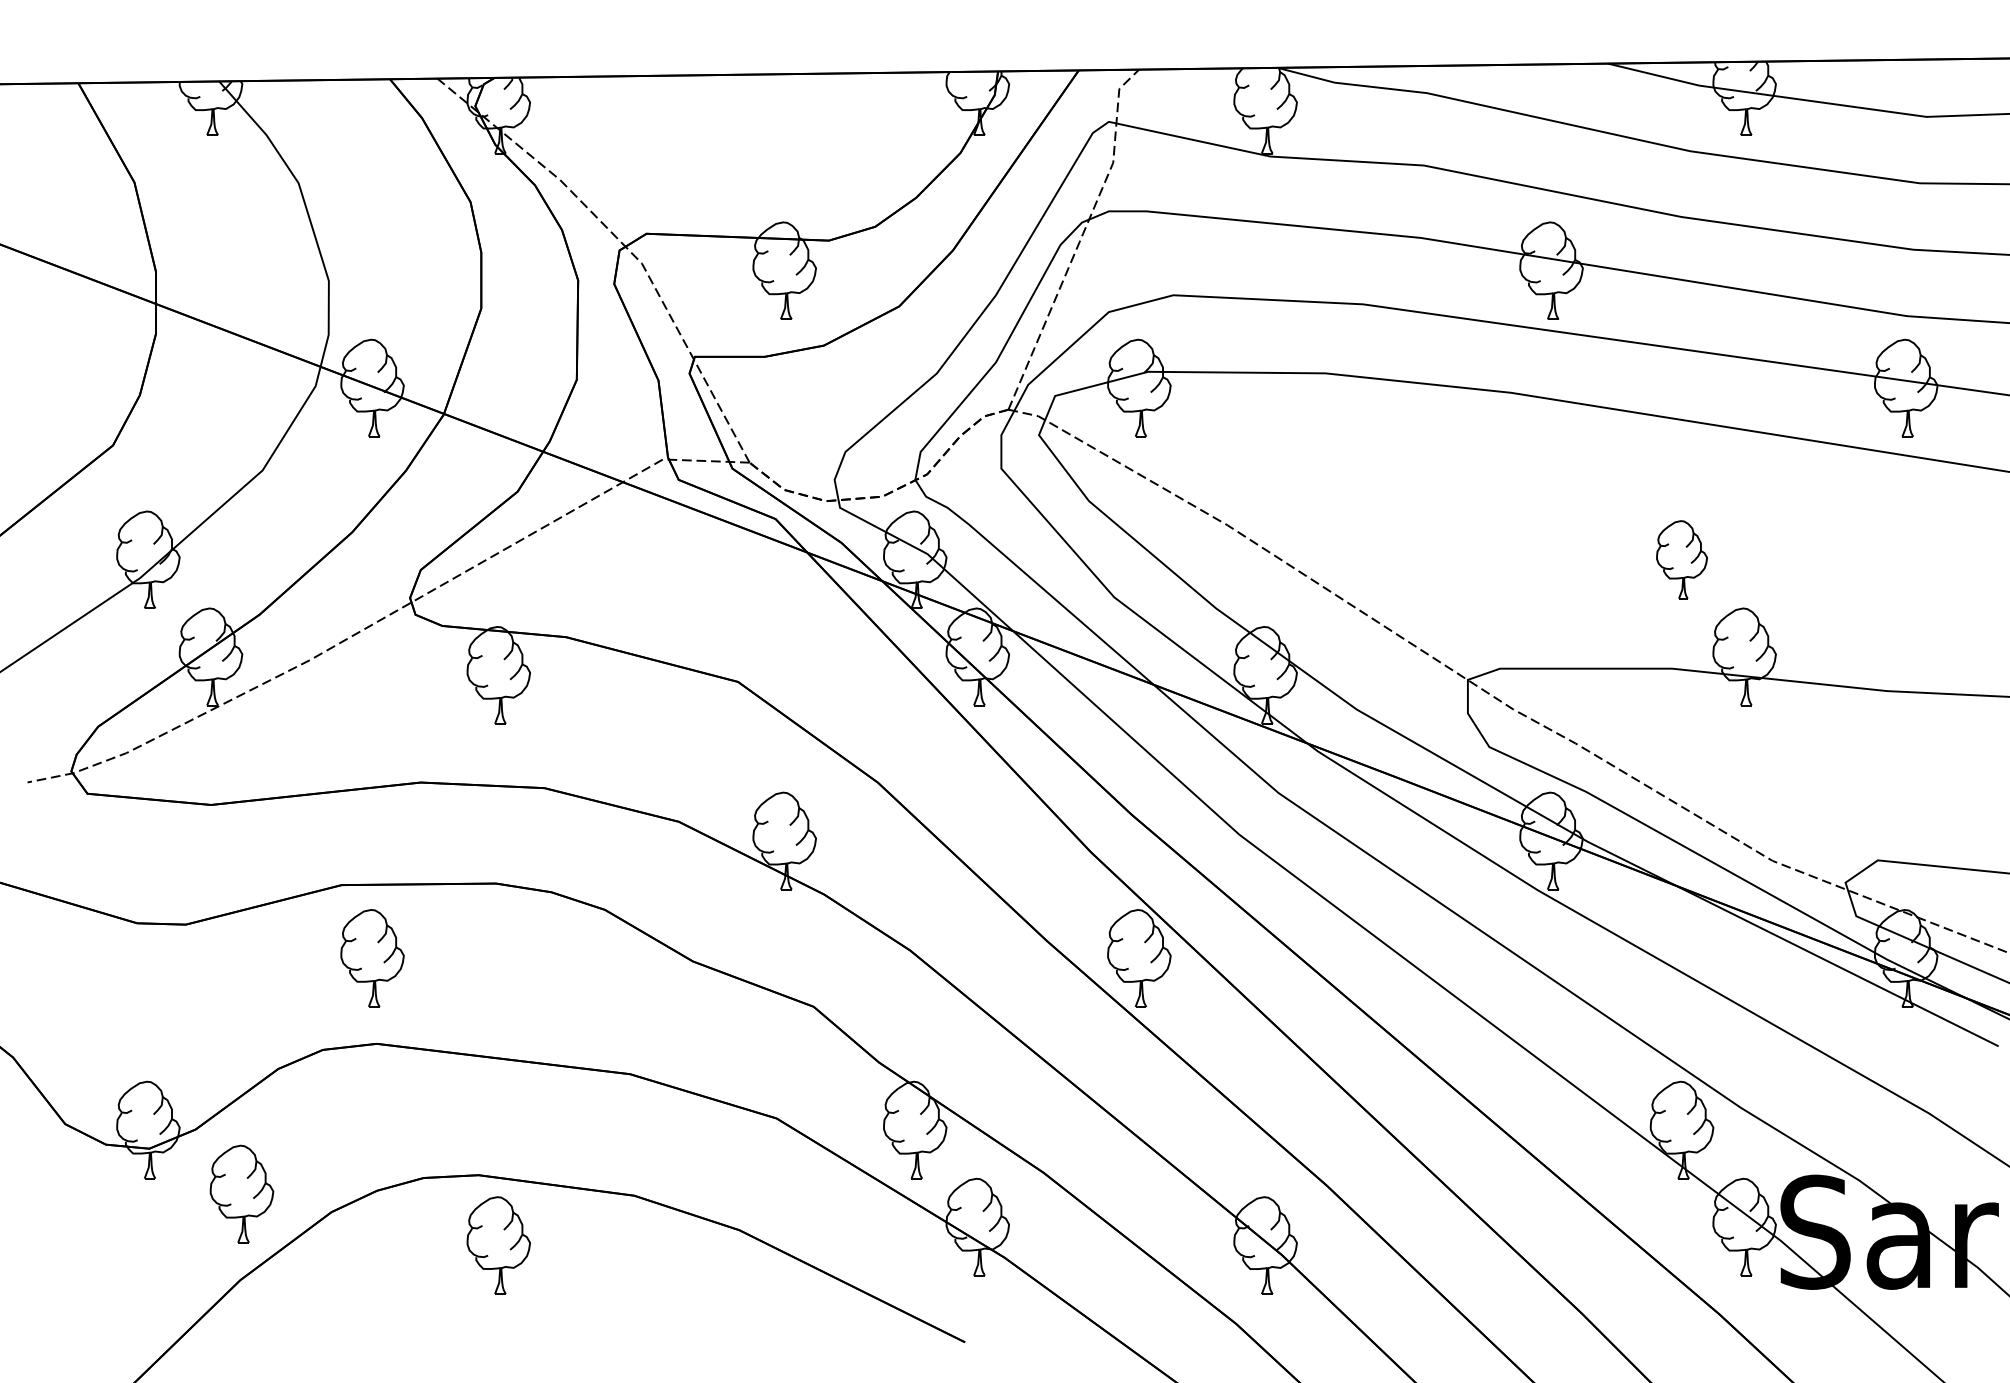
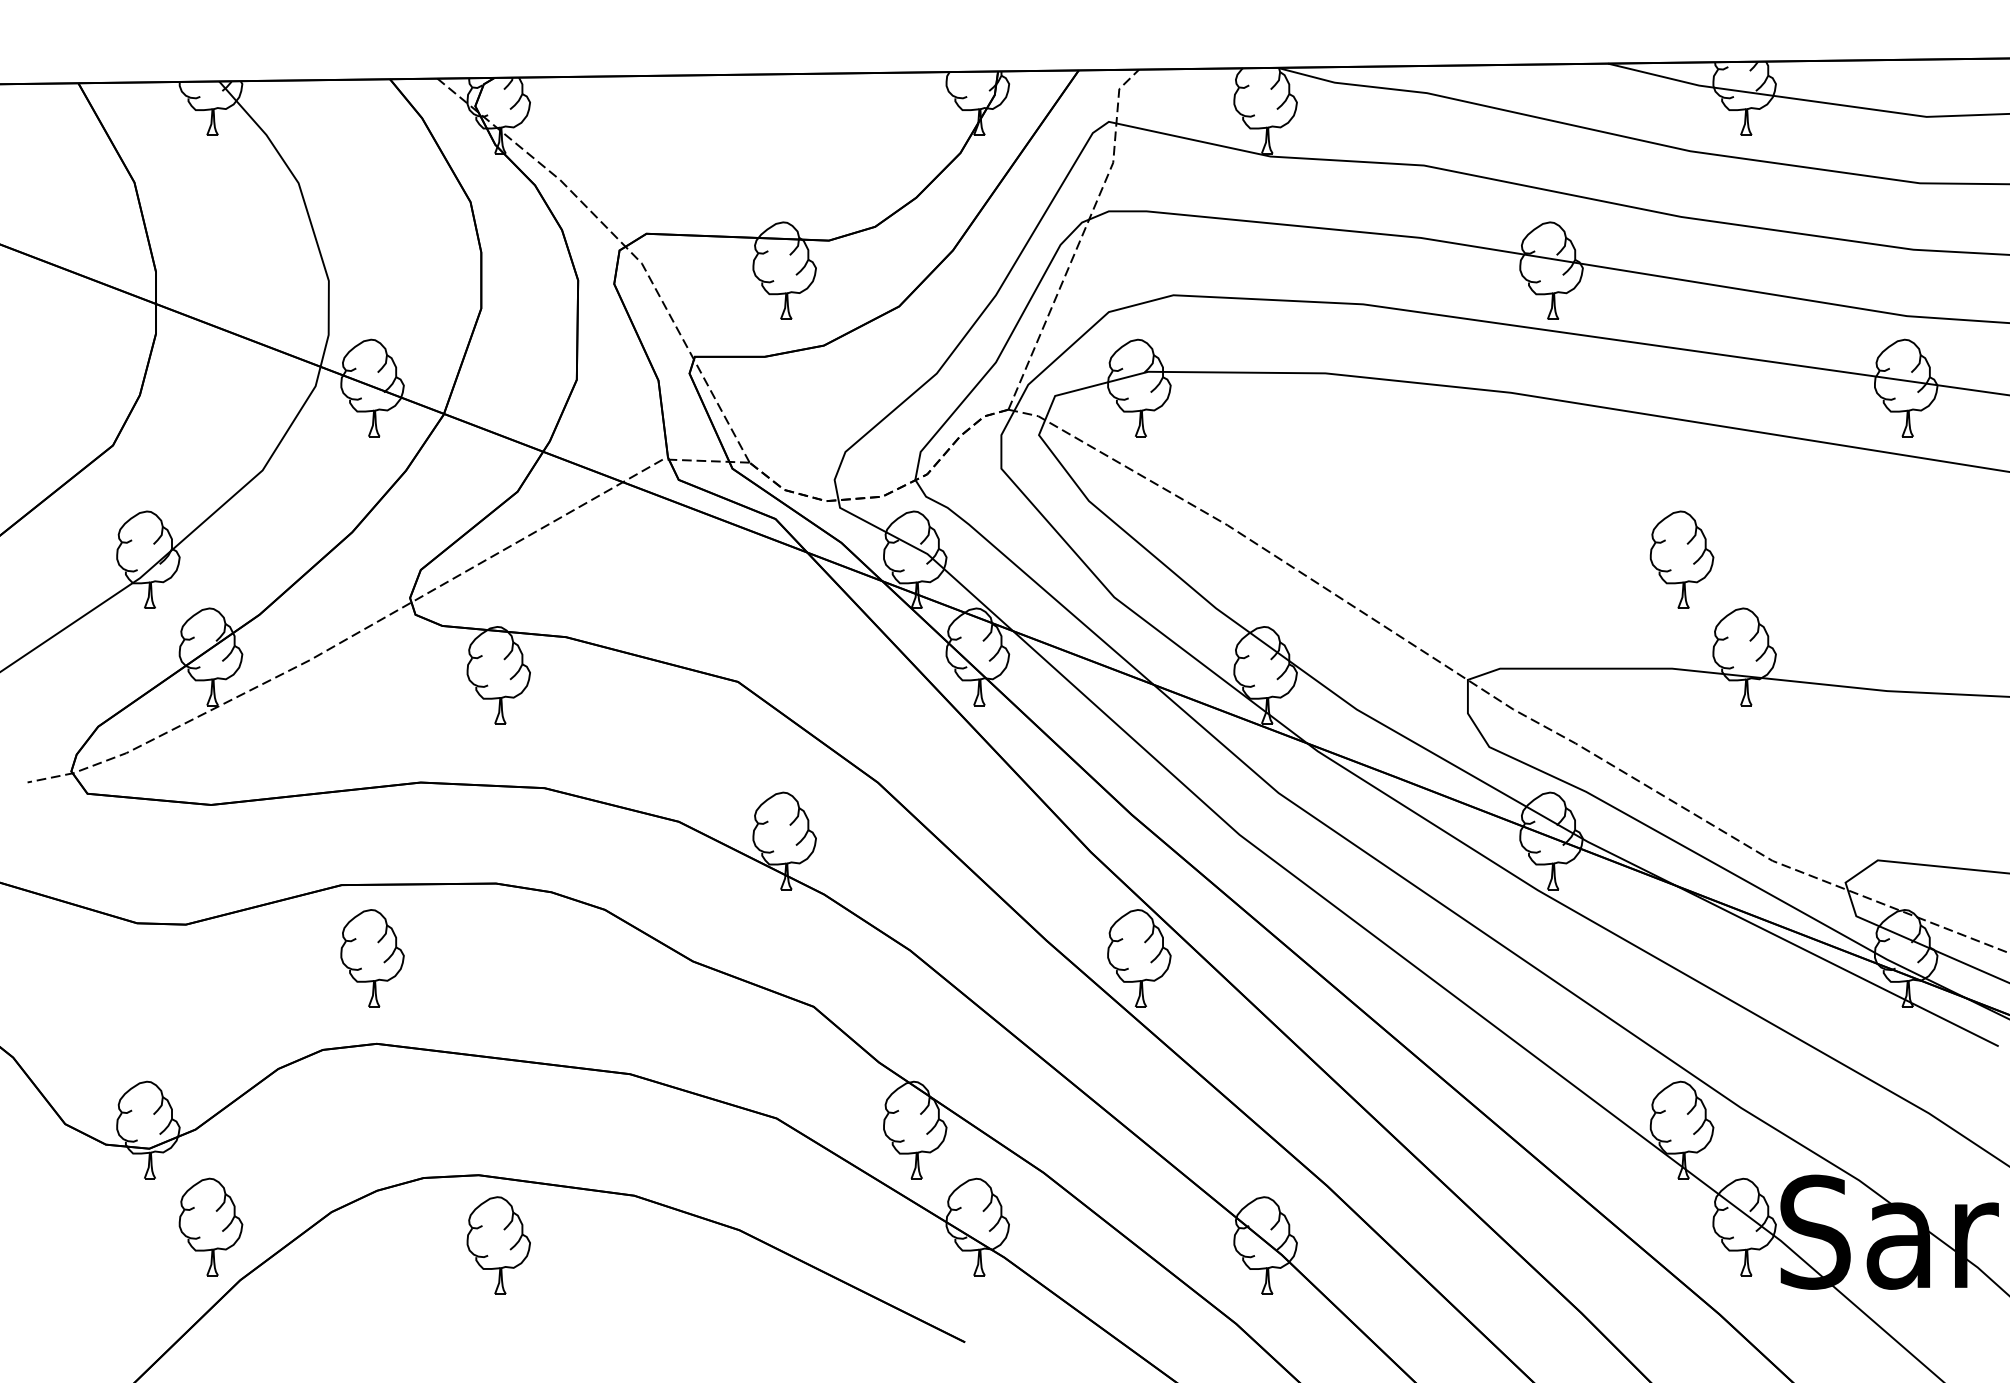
part at (1681, 559) size: 52x80 px -> 66x99 px
part at (241, 1193) position: (241, 1193) -> (210, 1226)
